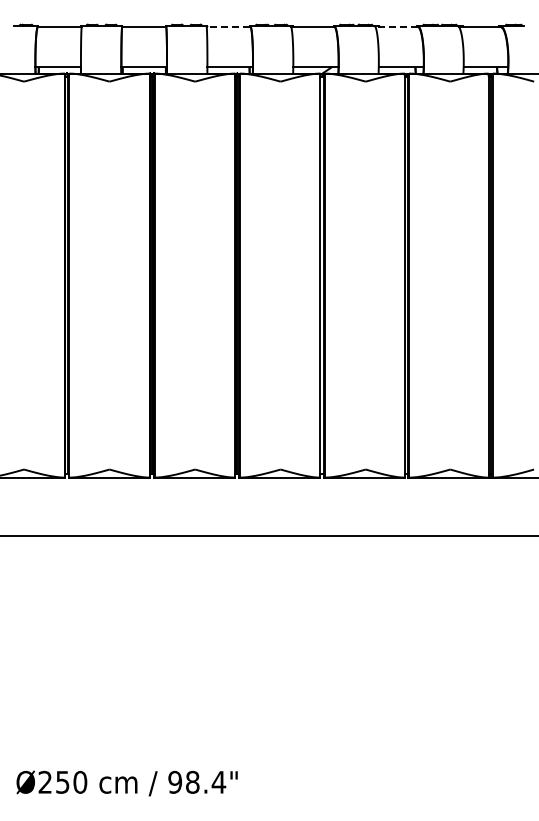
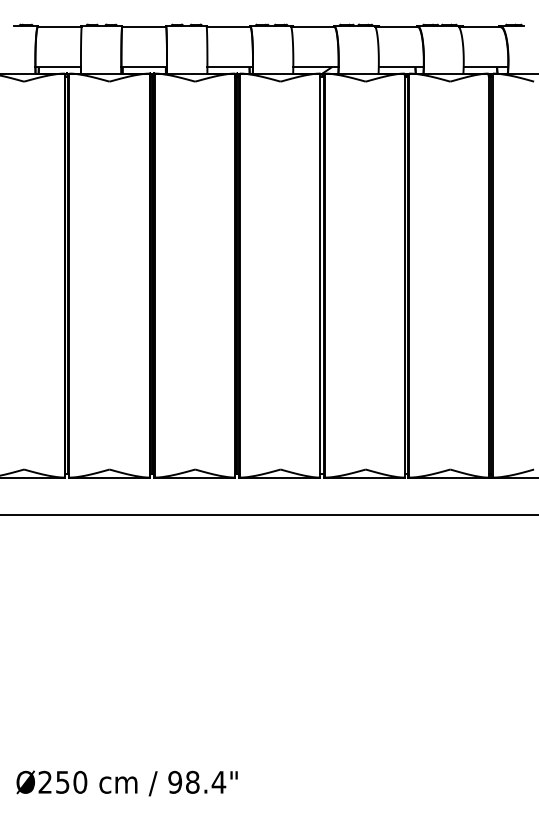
line at (228, 27): dashed -> solid
line at (396, 27): dashed -> solid
line at (268, 535) position: (268, 535) -> (268, 514)
